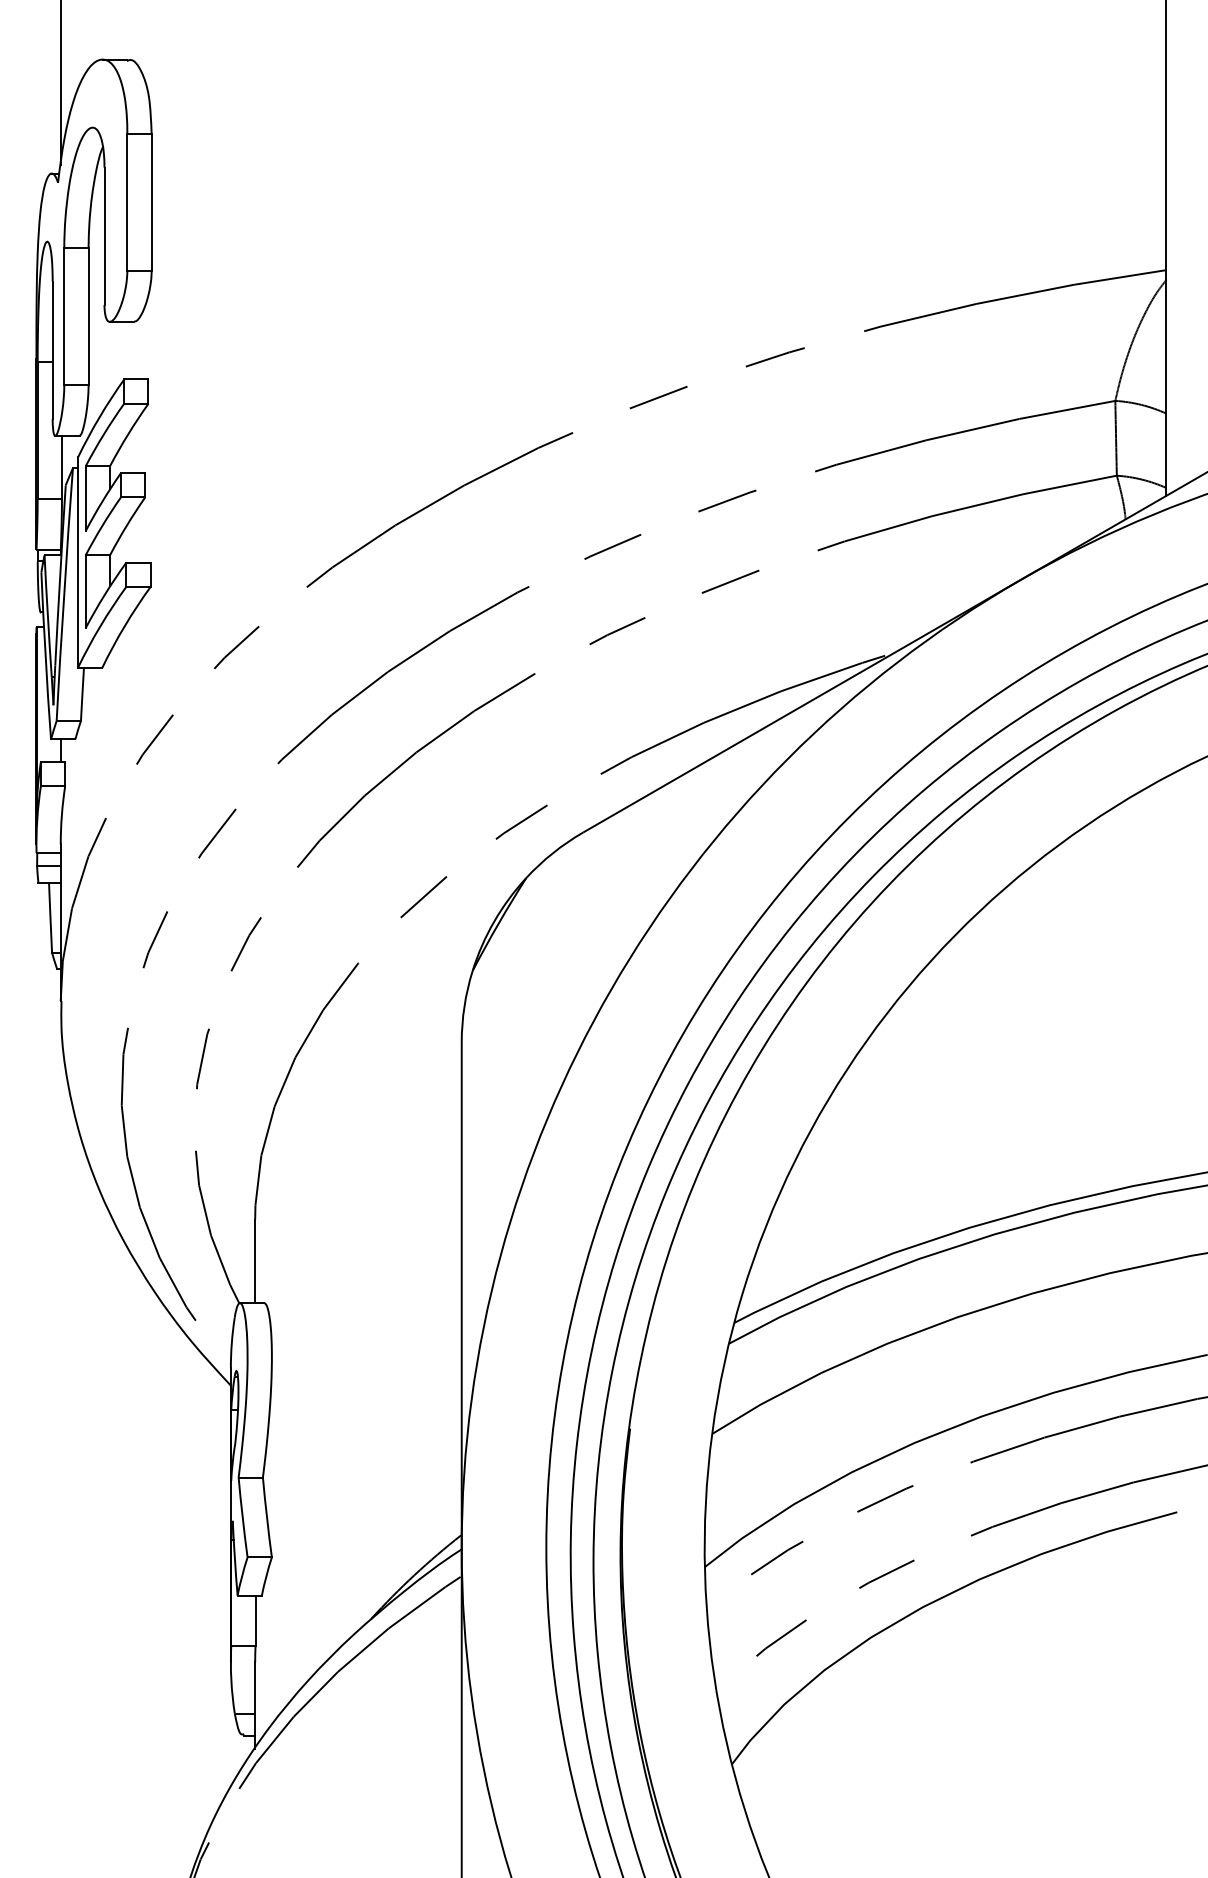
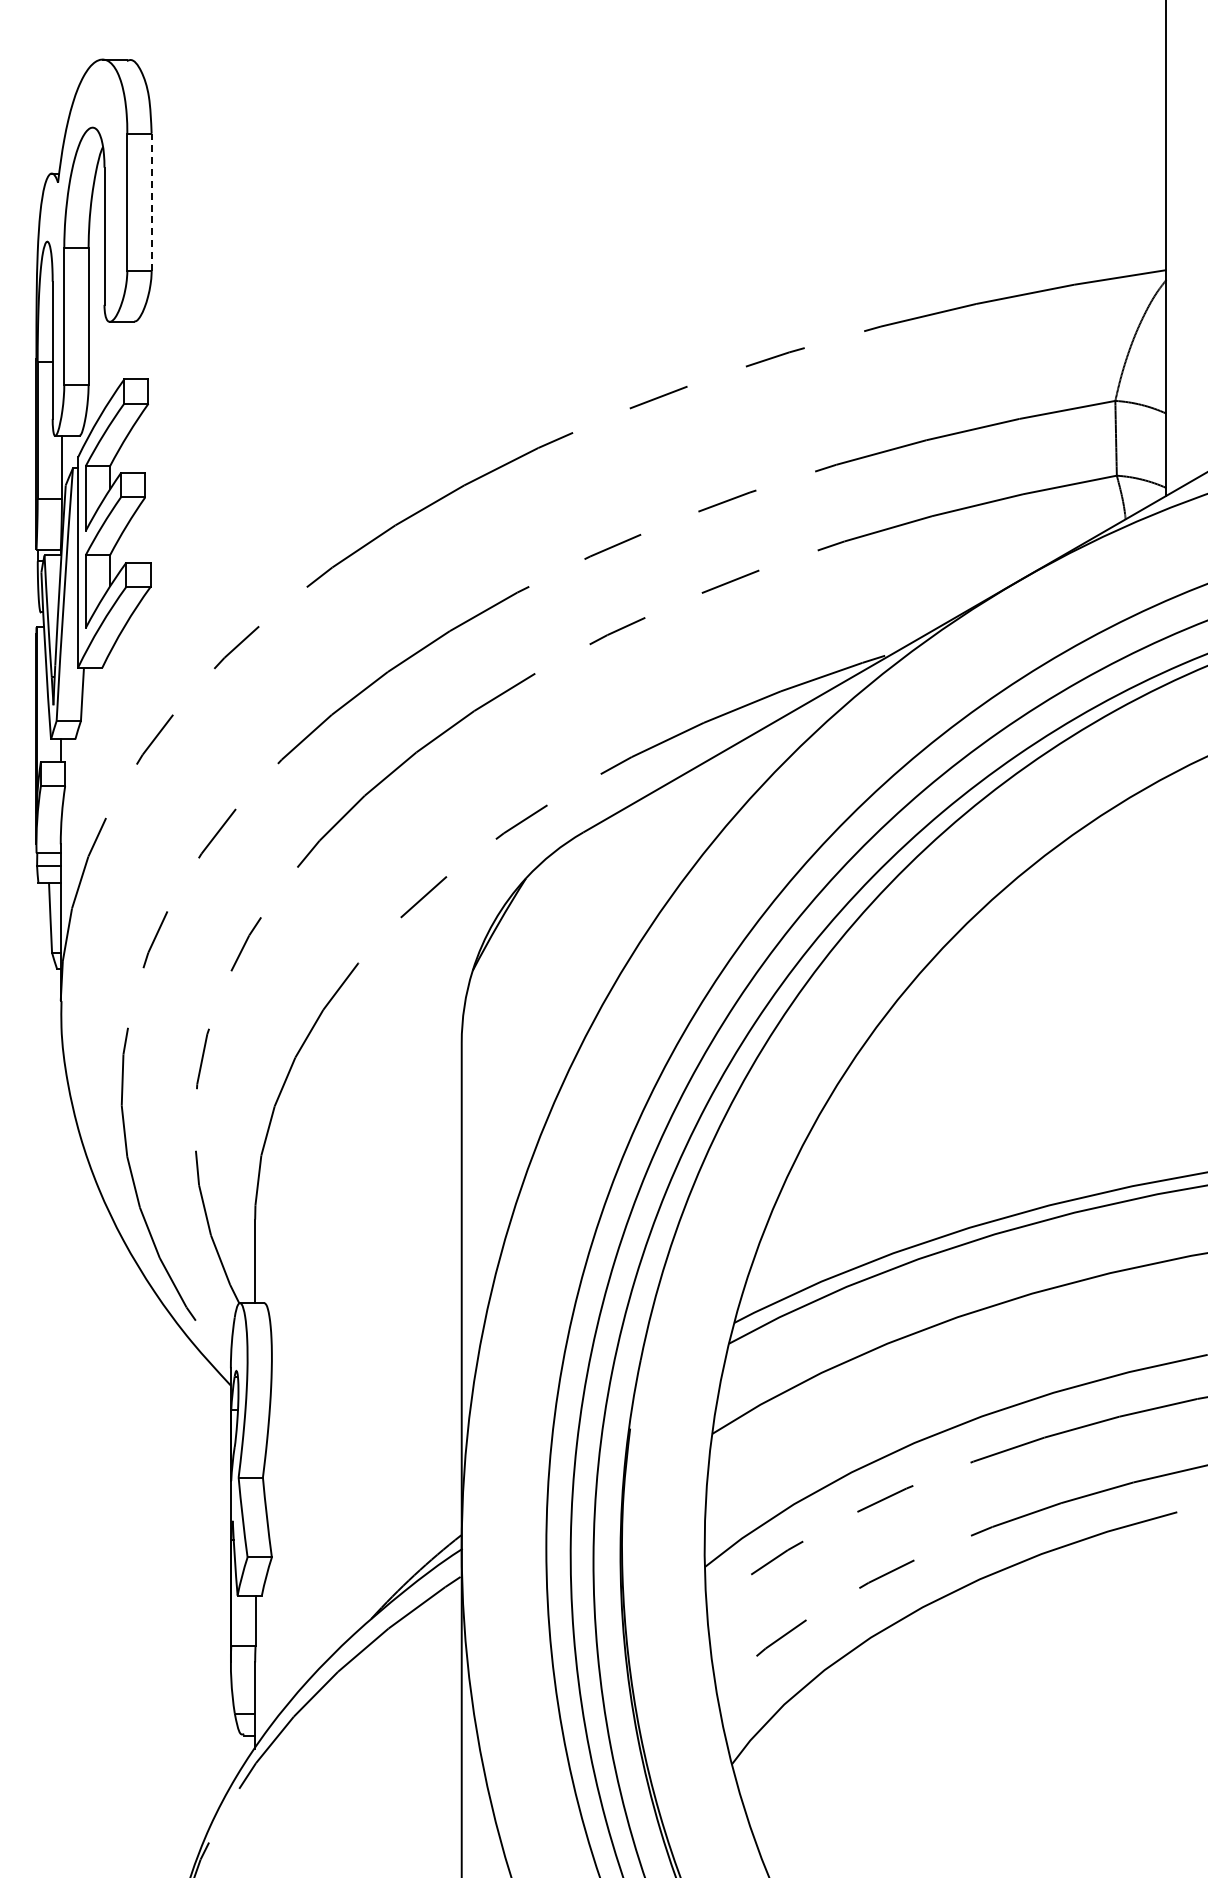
line at (60, 83): present -> none
line at (151, 202): solid -> dashed
